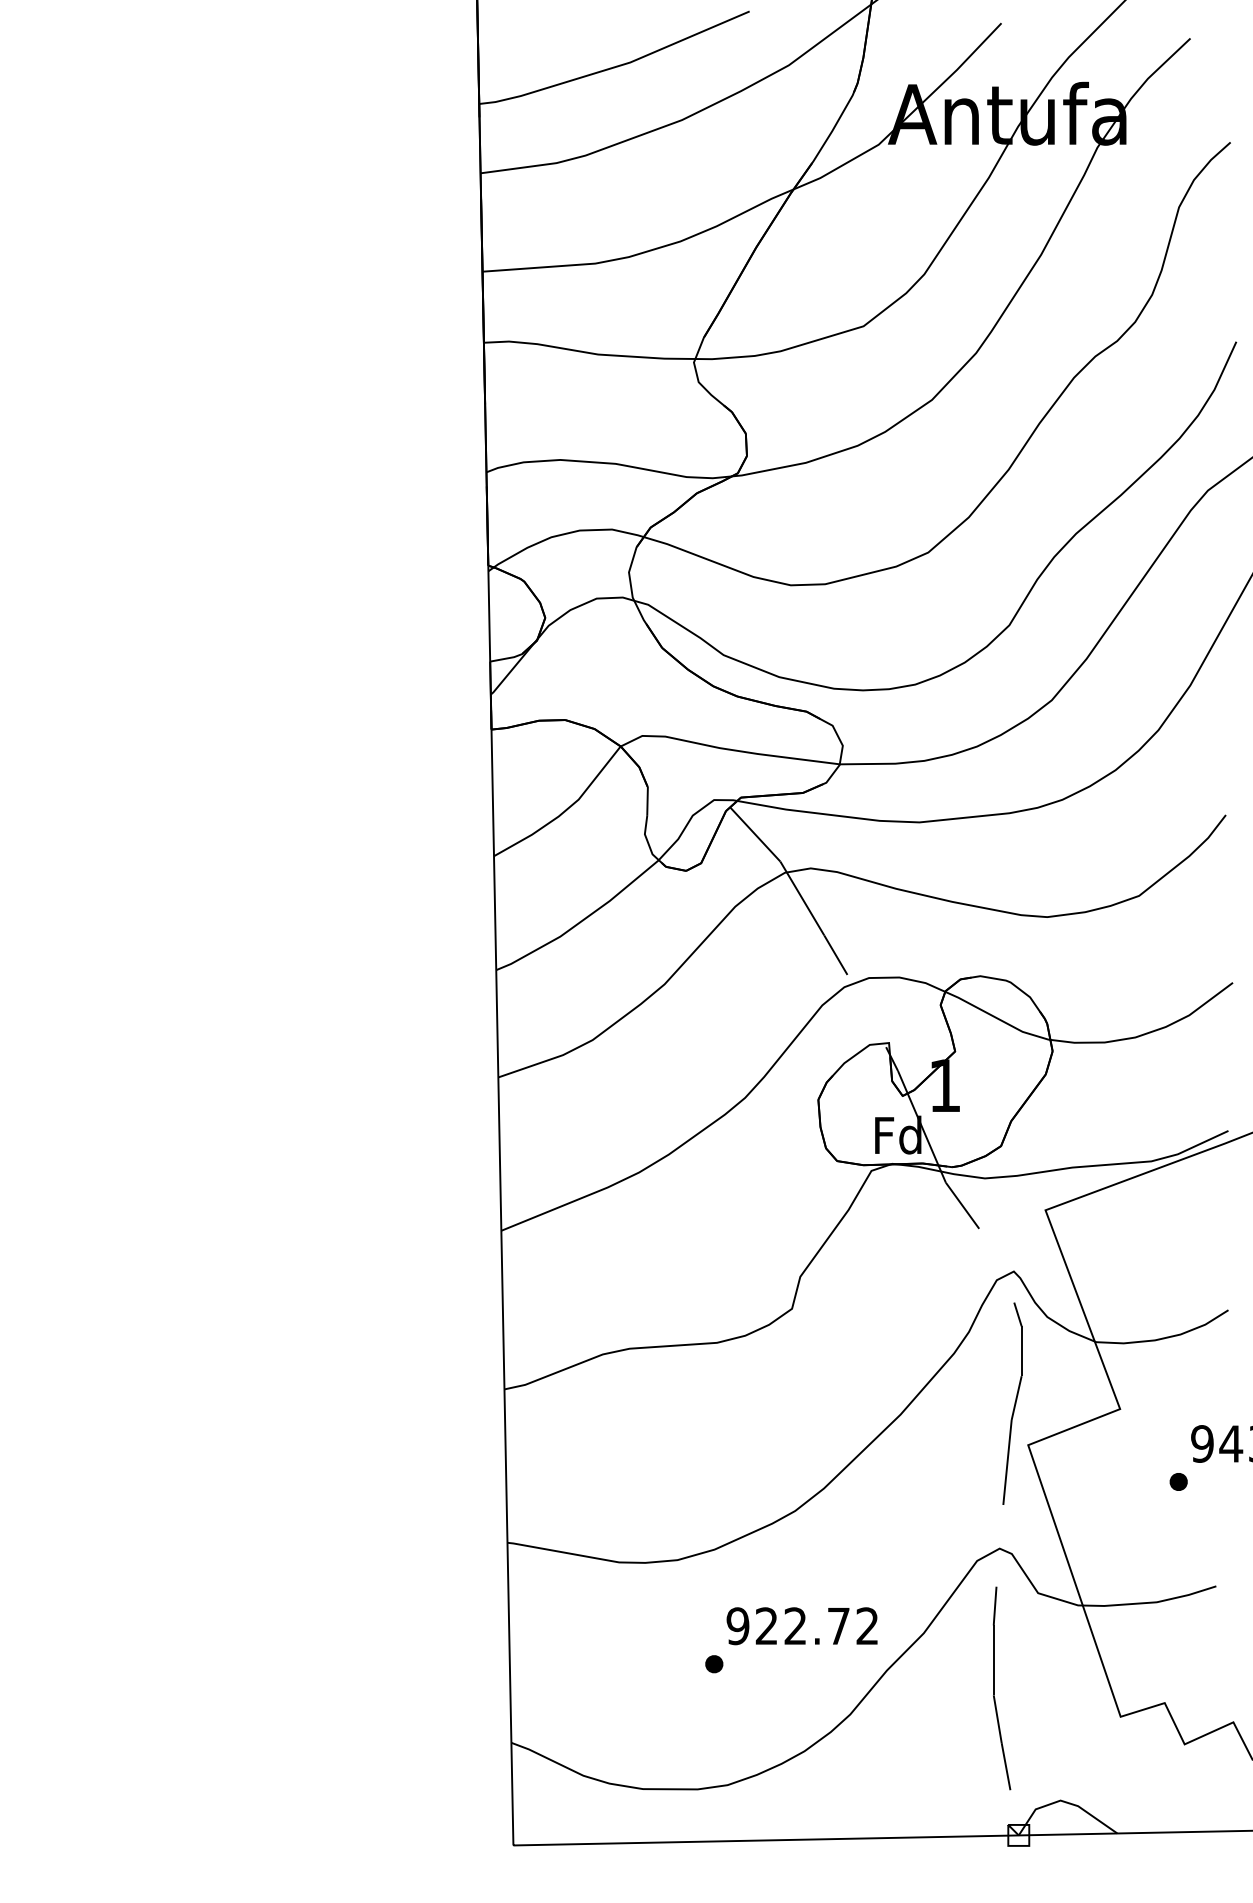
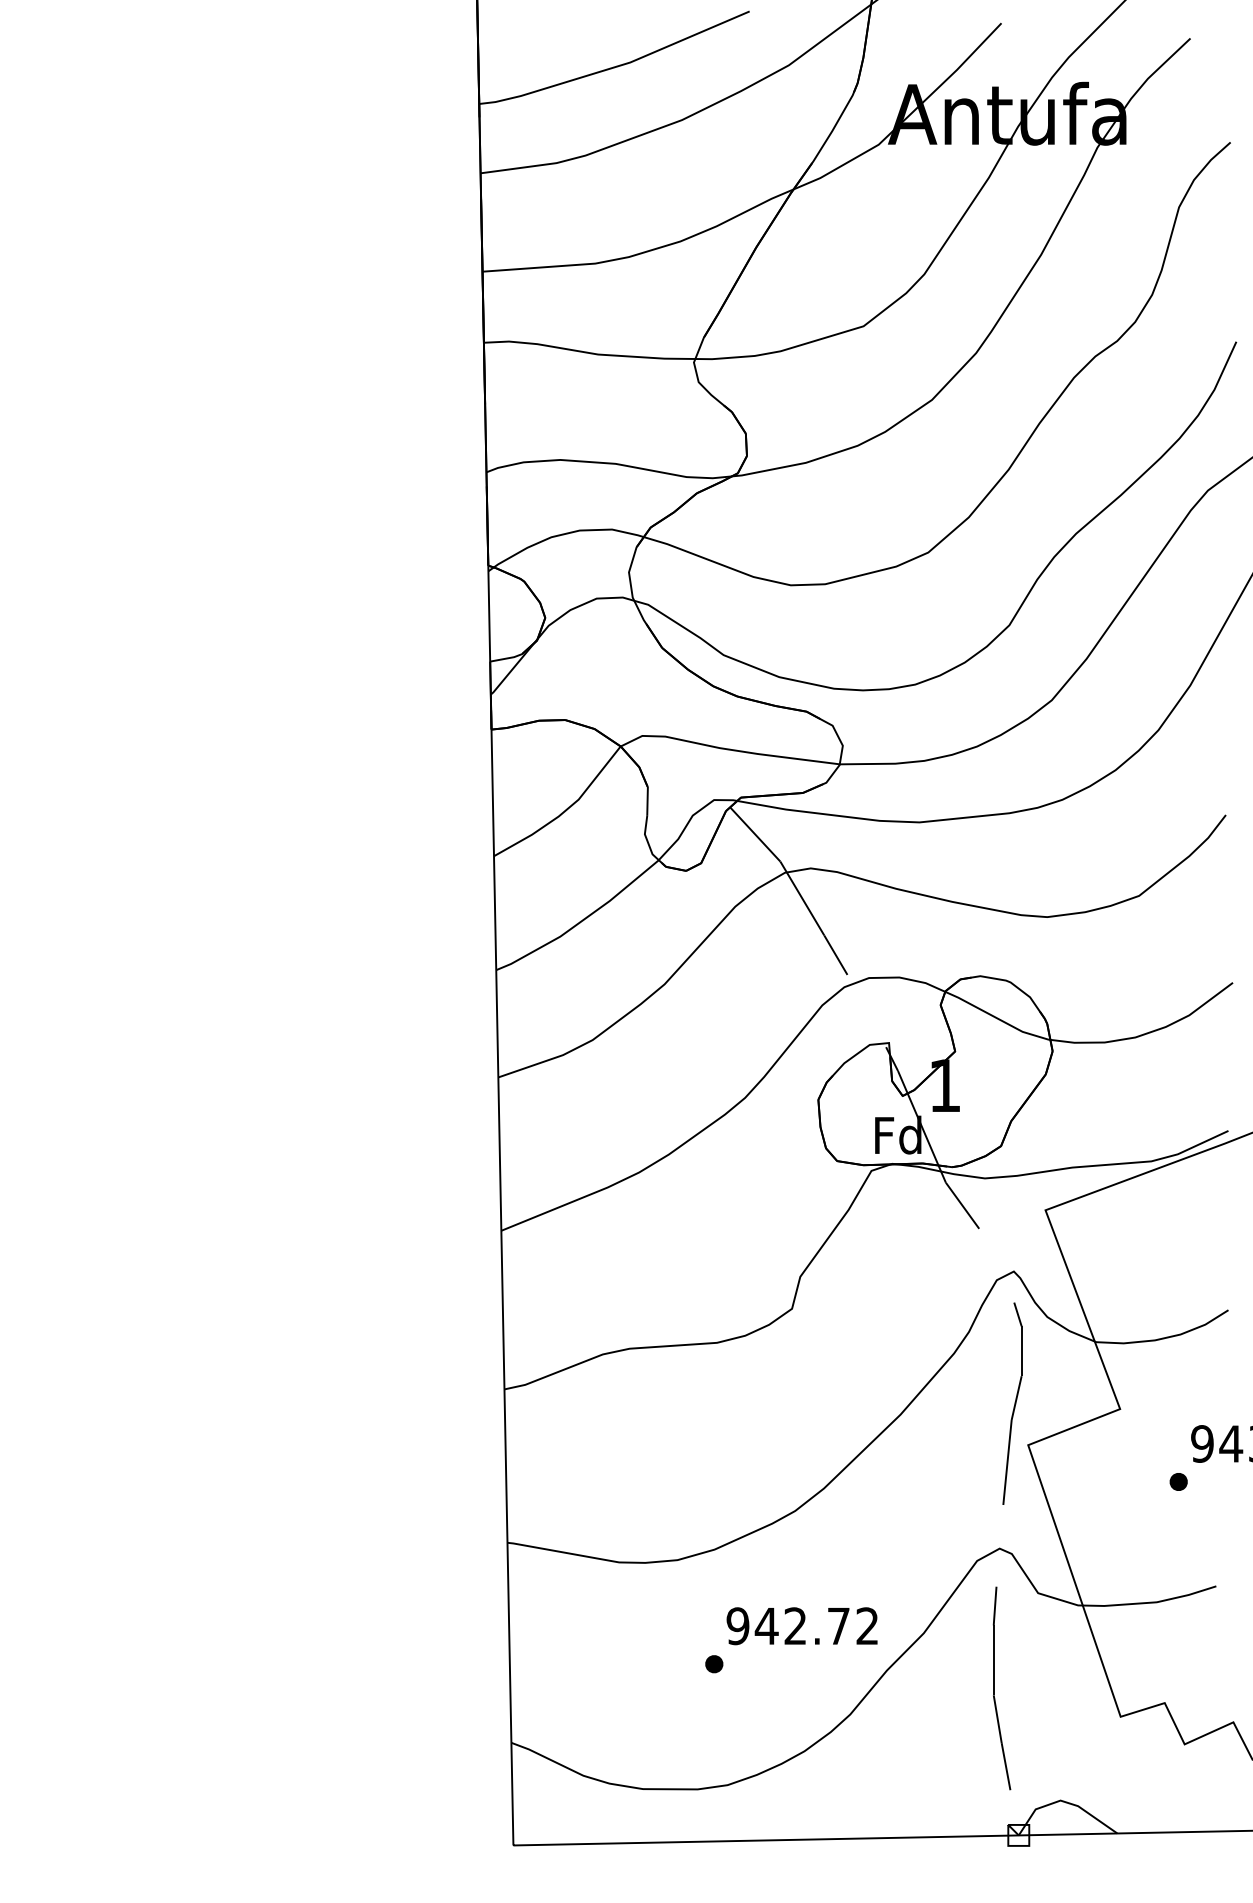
text at (766, 1625): 922.72 -> 942.72
